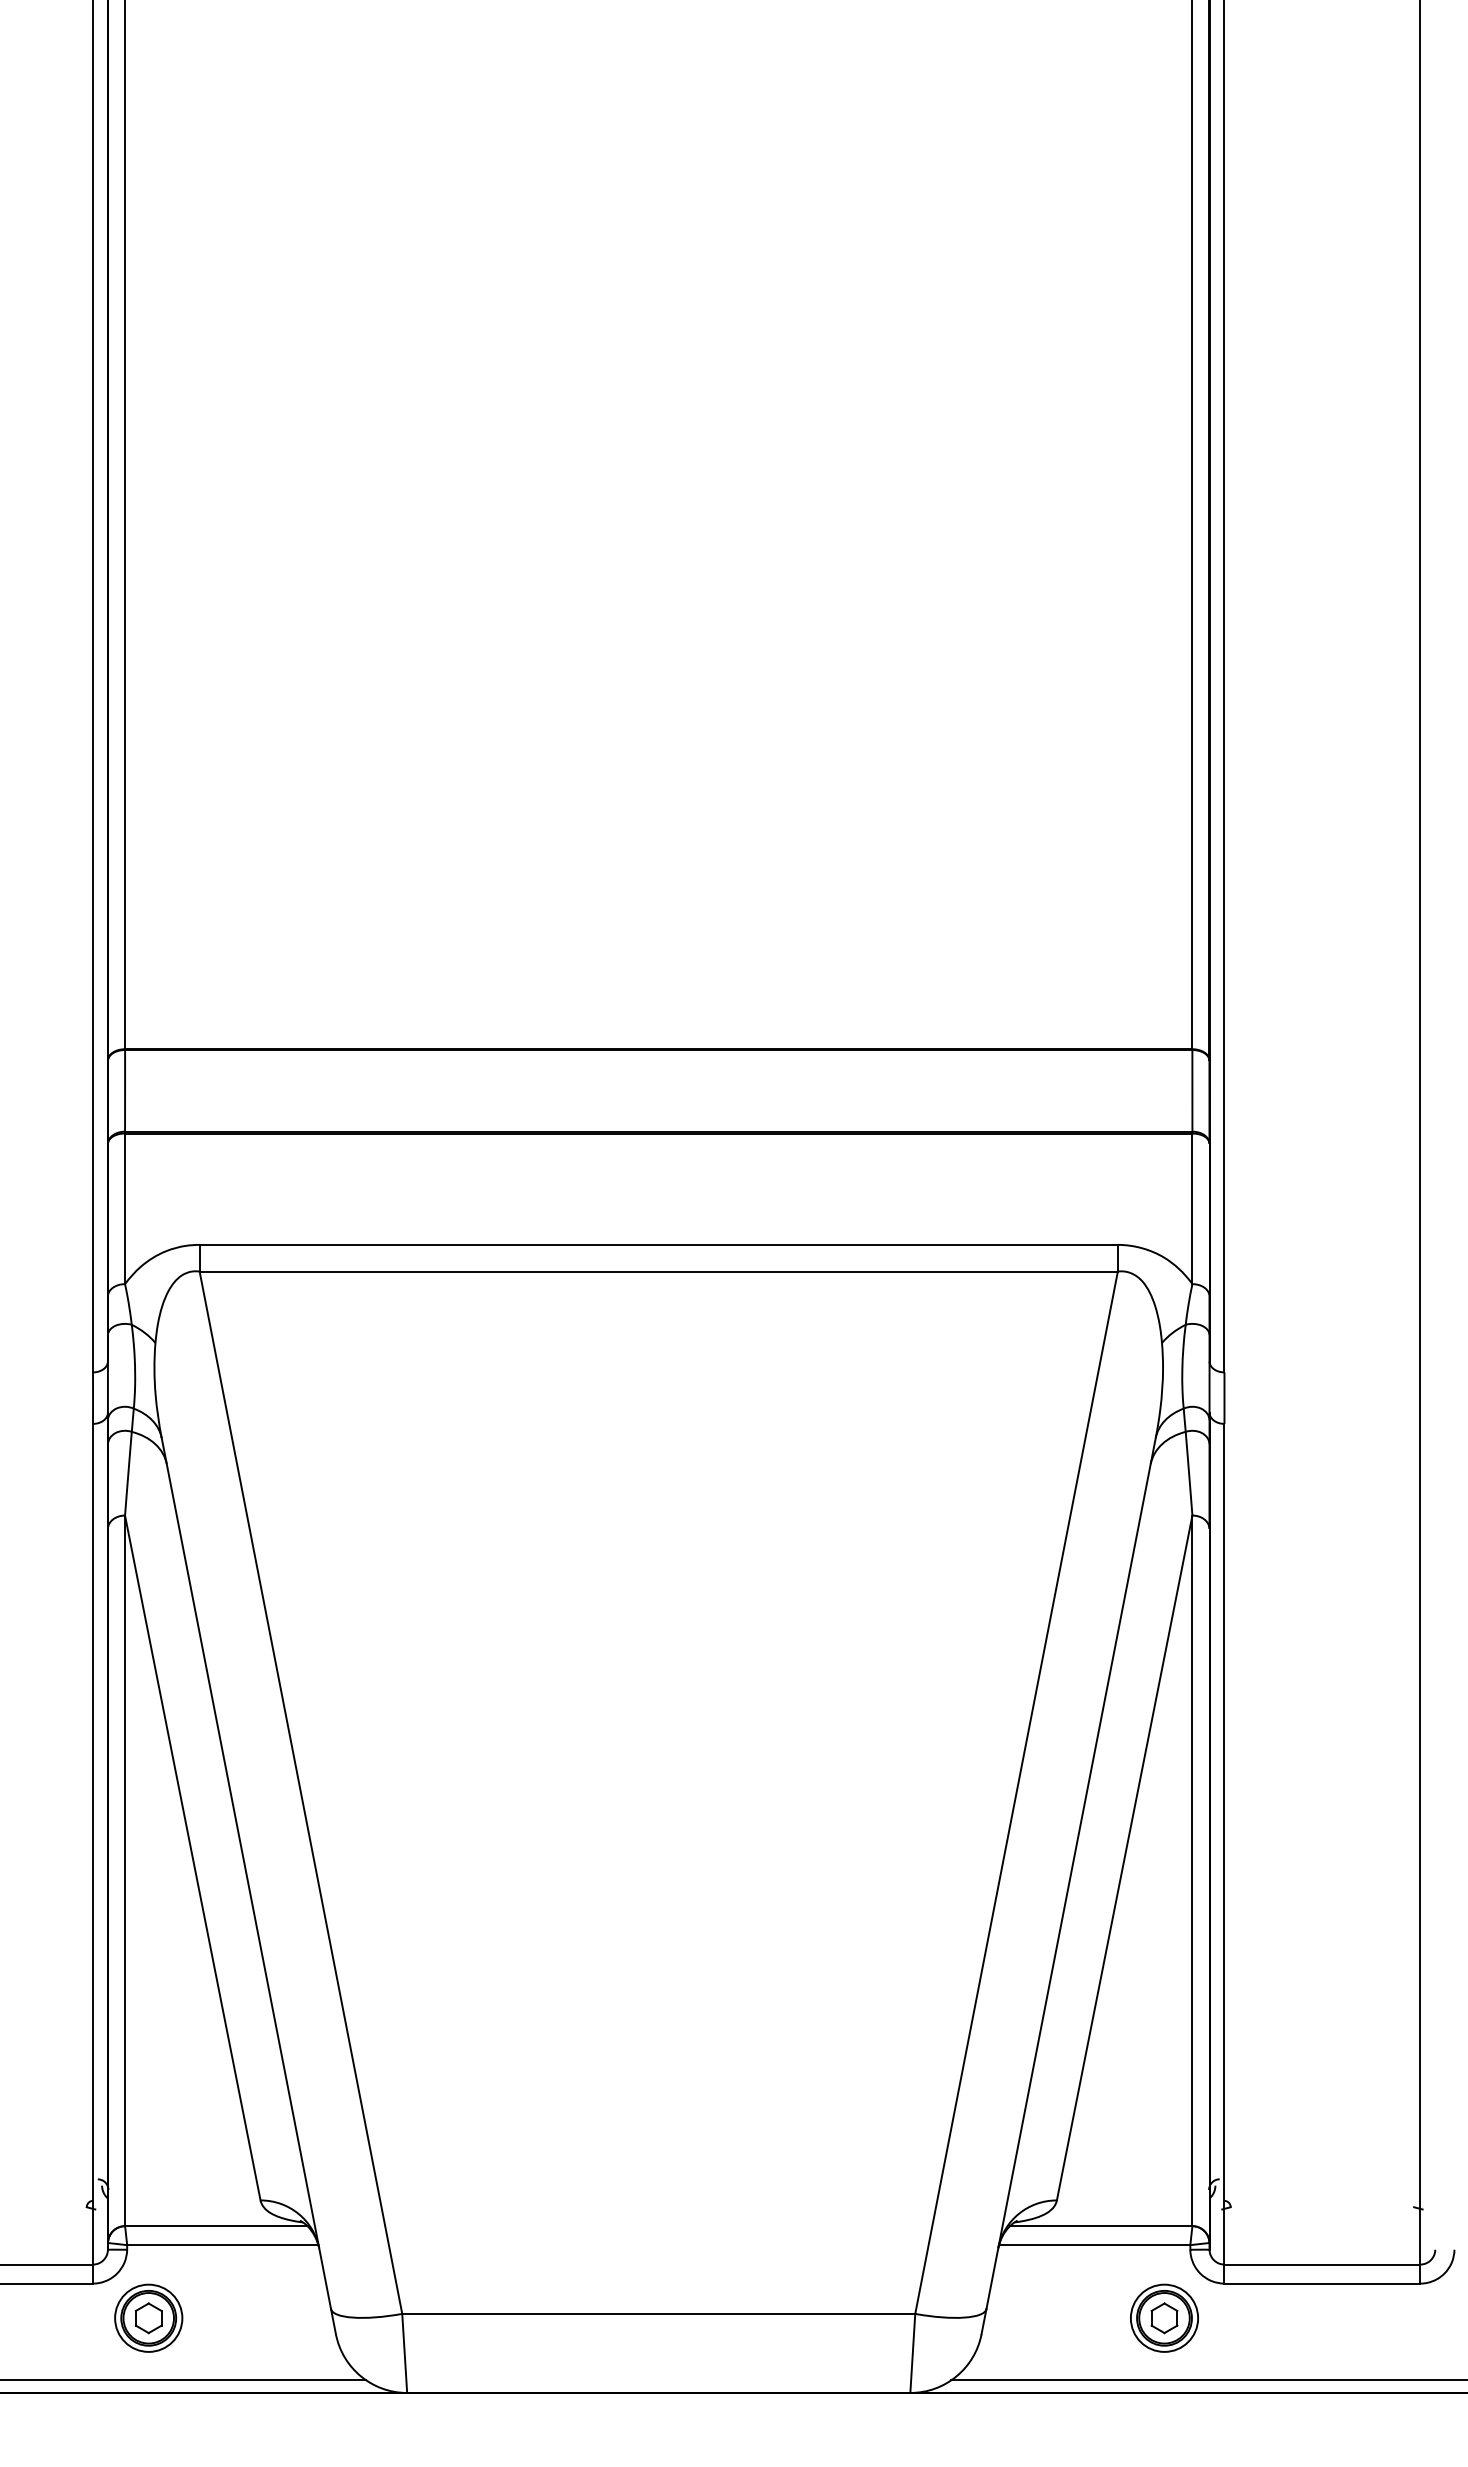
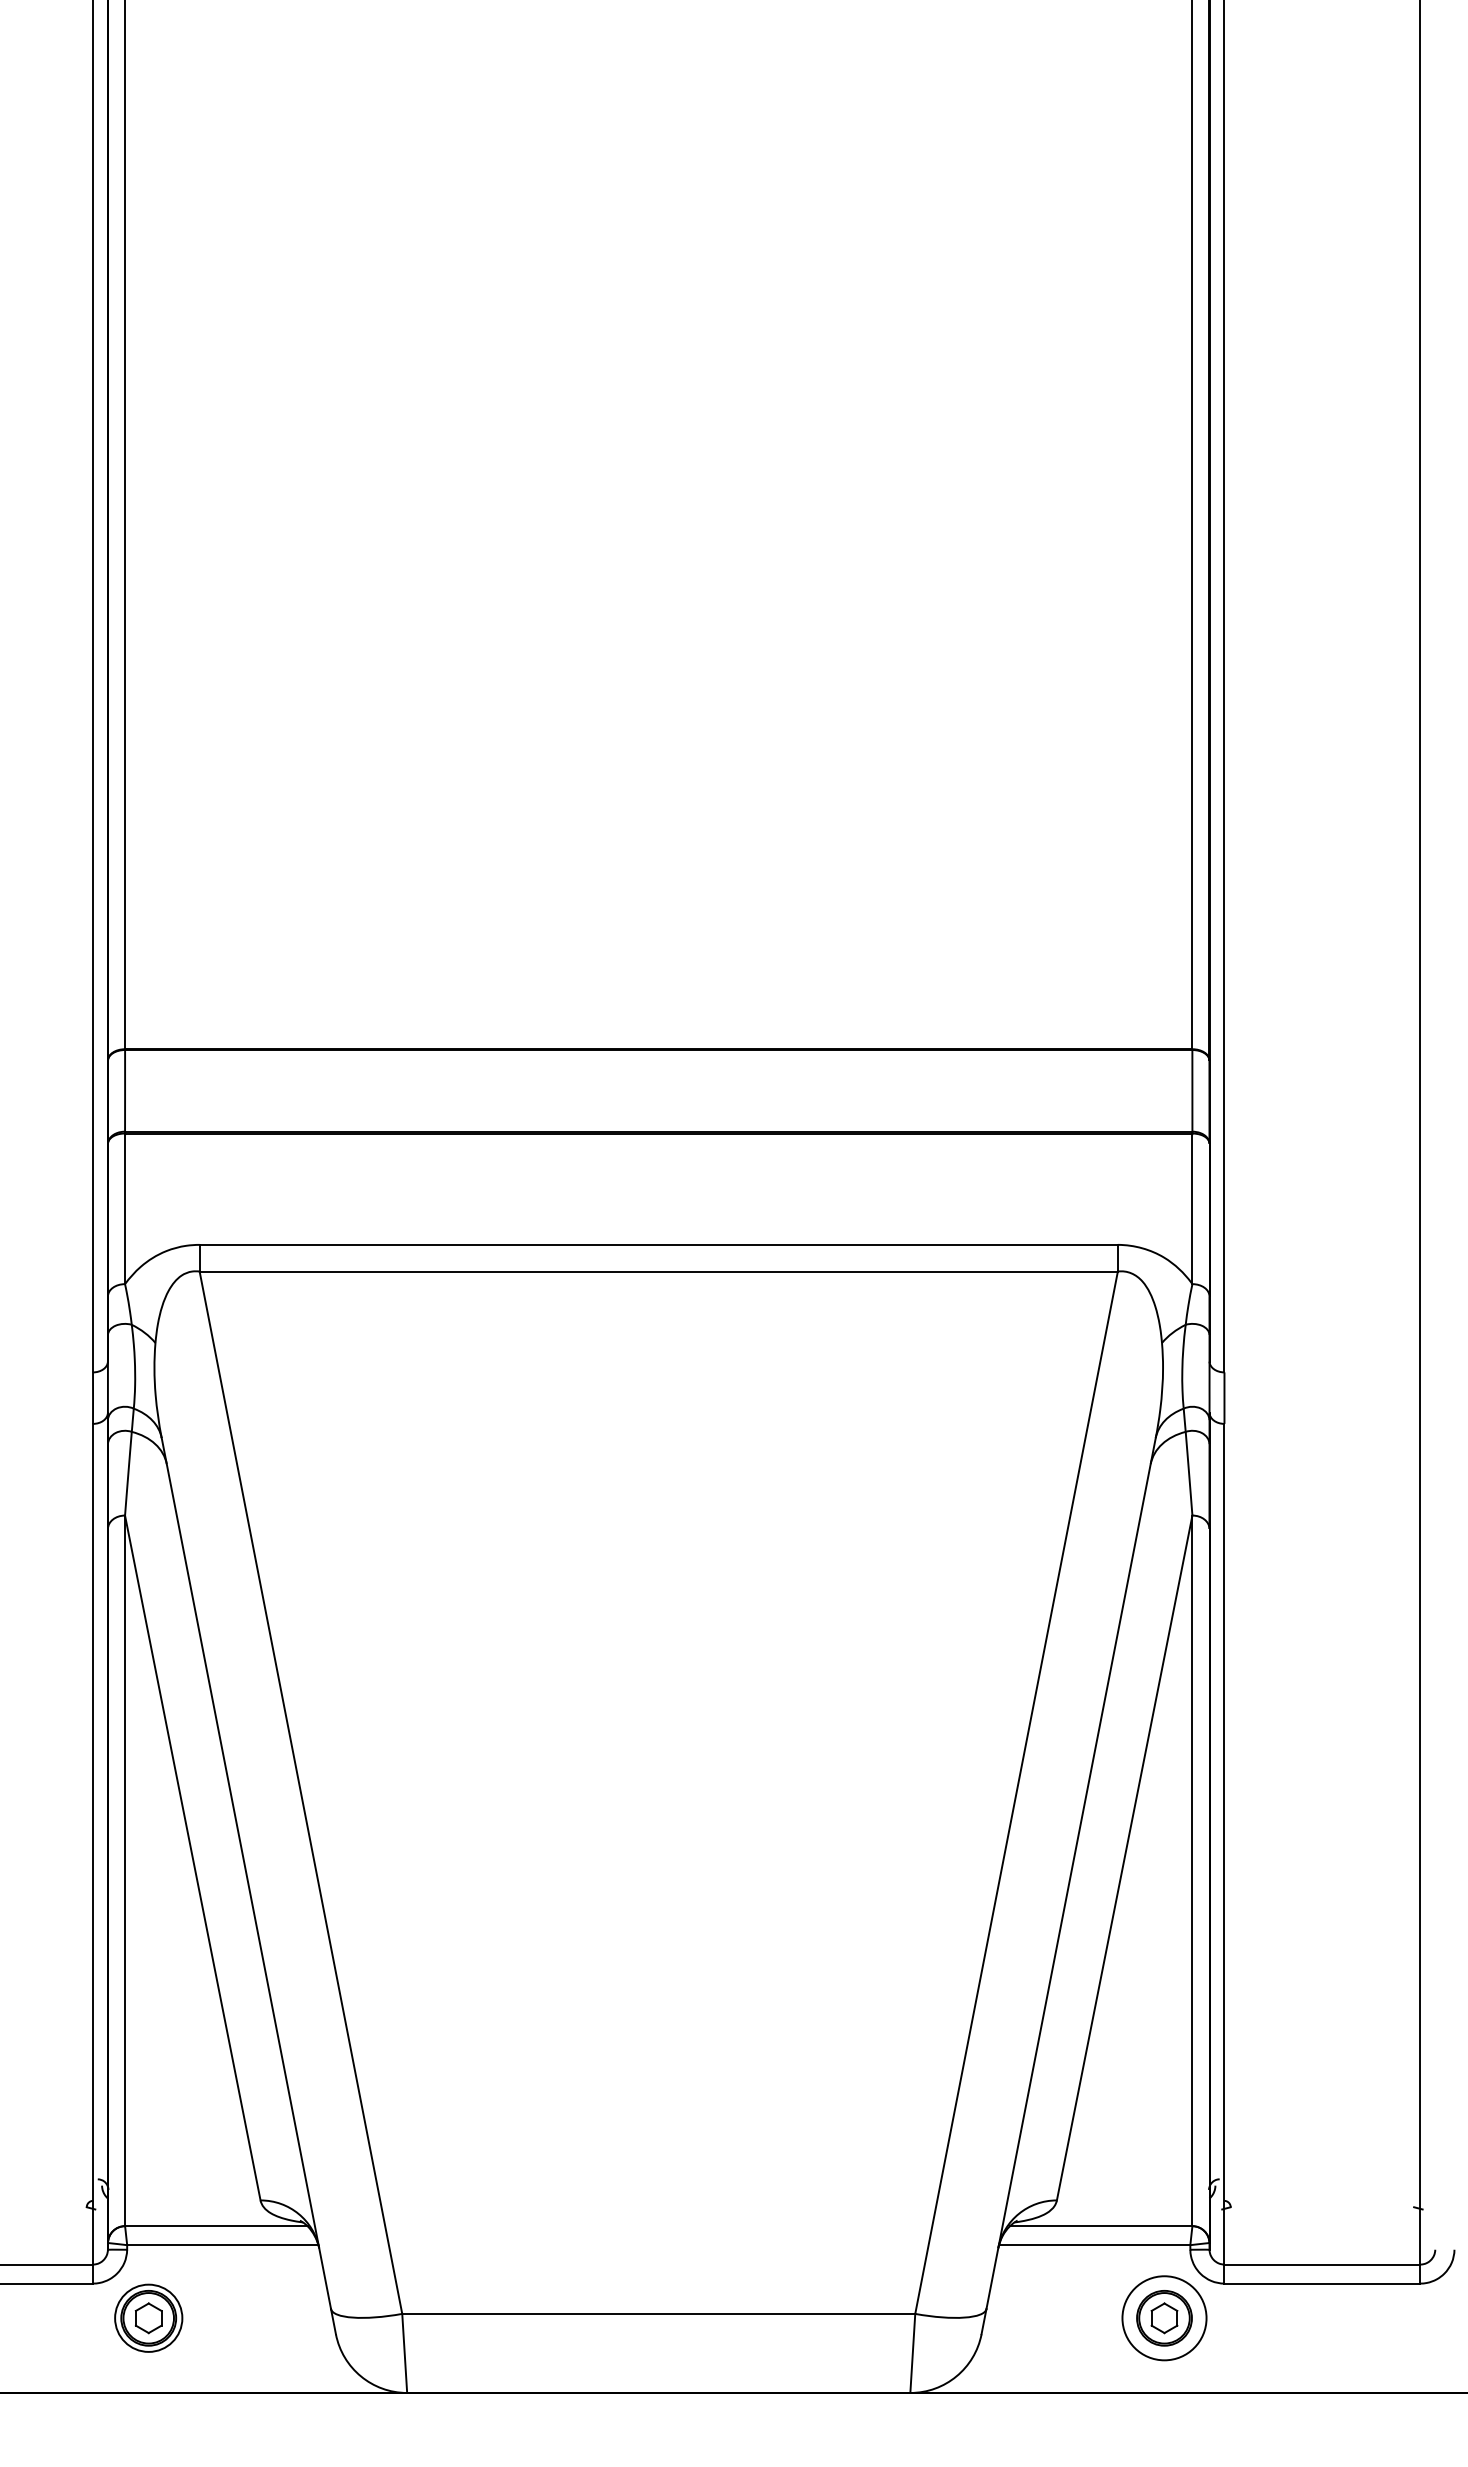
circle at (1164, 2317) diameter: 67 px -> 84 px
line at (184, 2380): present -> none
line at (1207, 2380): present -> none
